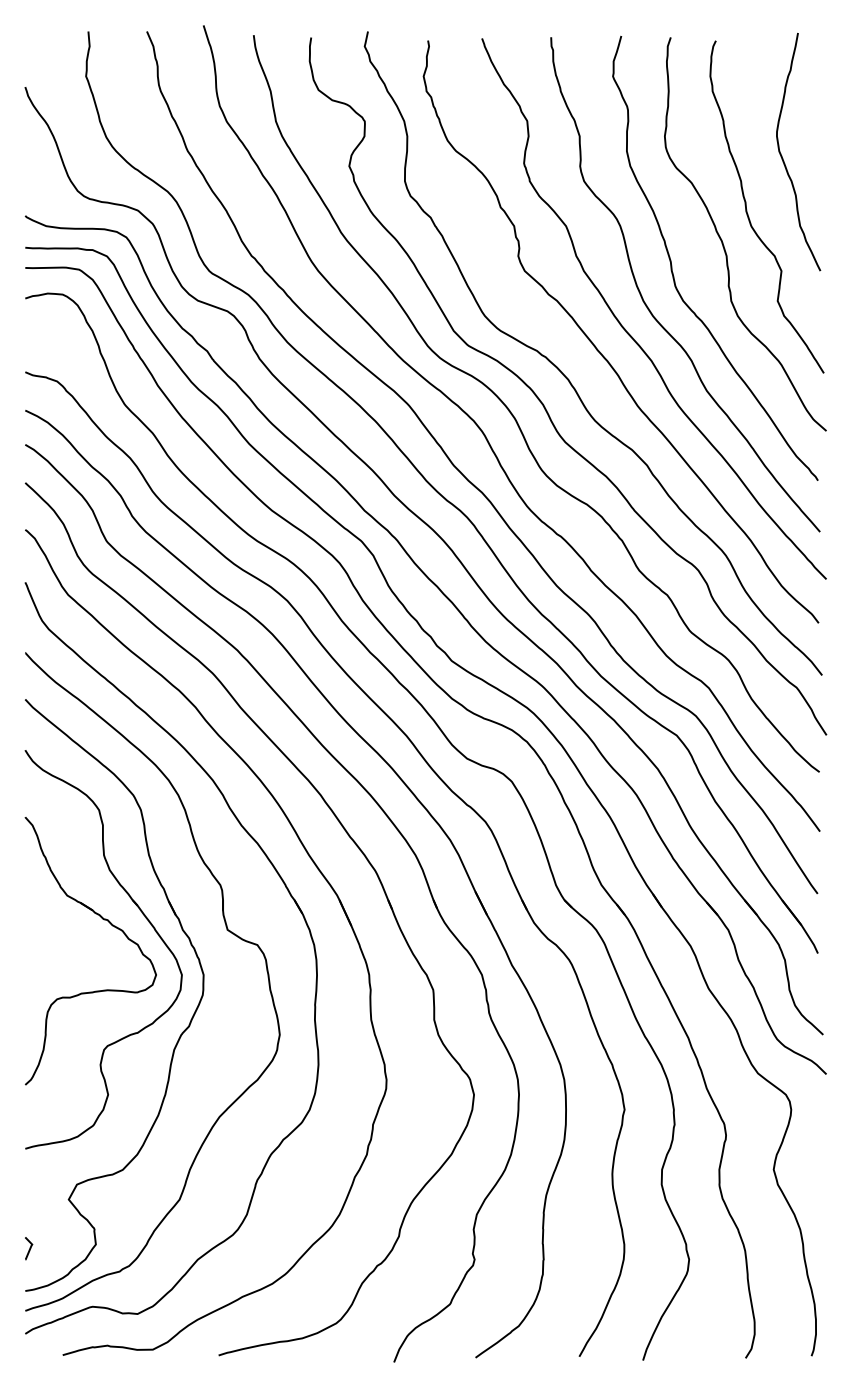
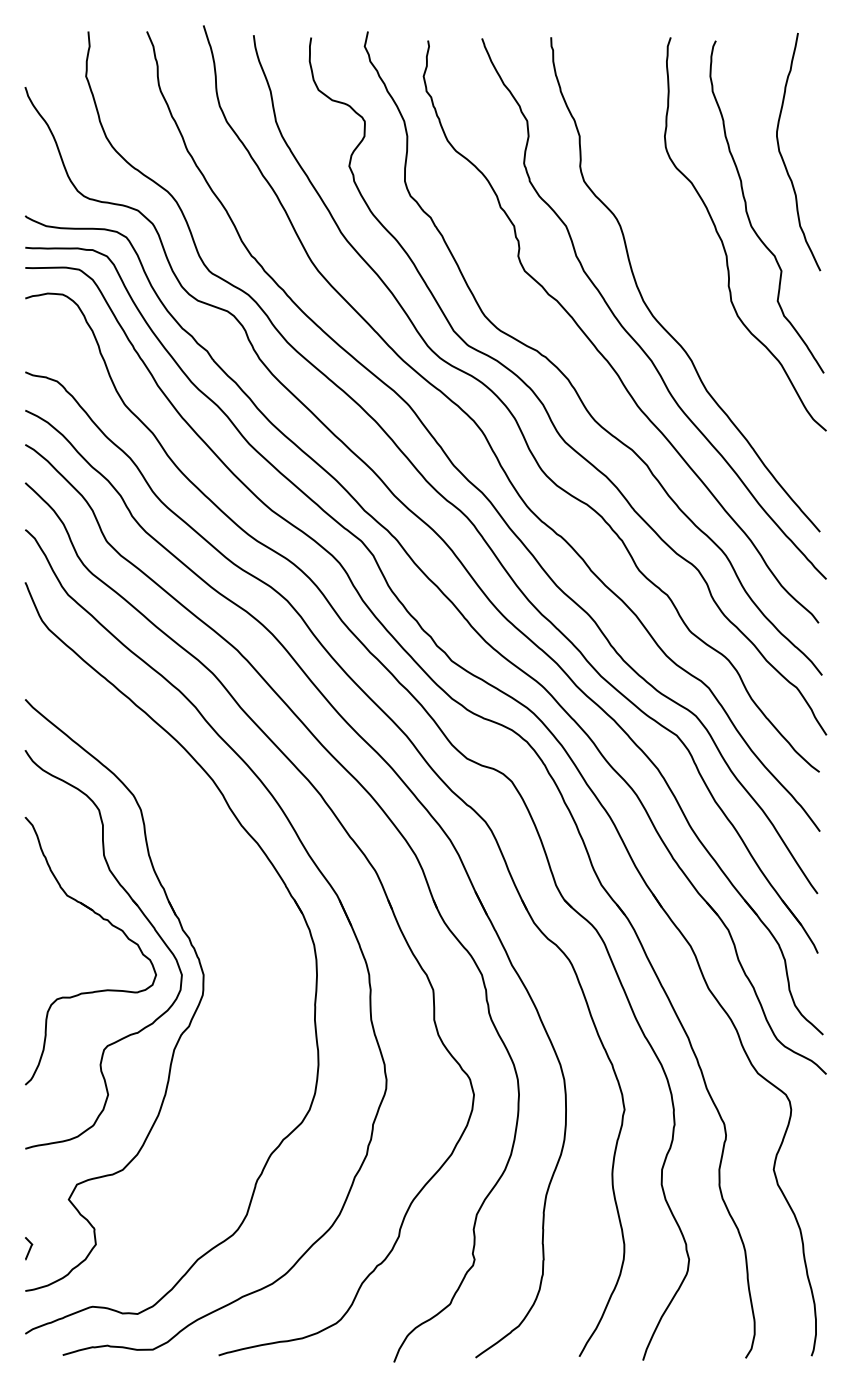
curve at (672, 265): present -> none
part at (226, 930): present -> none
